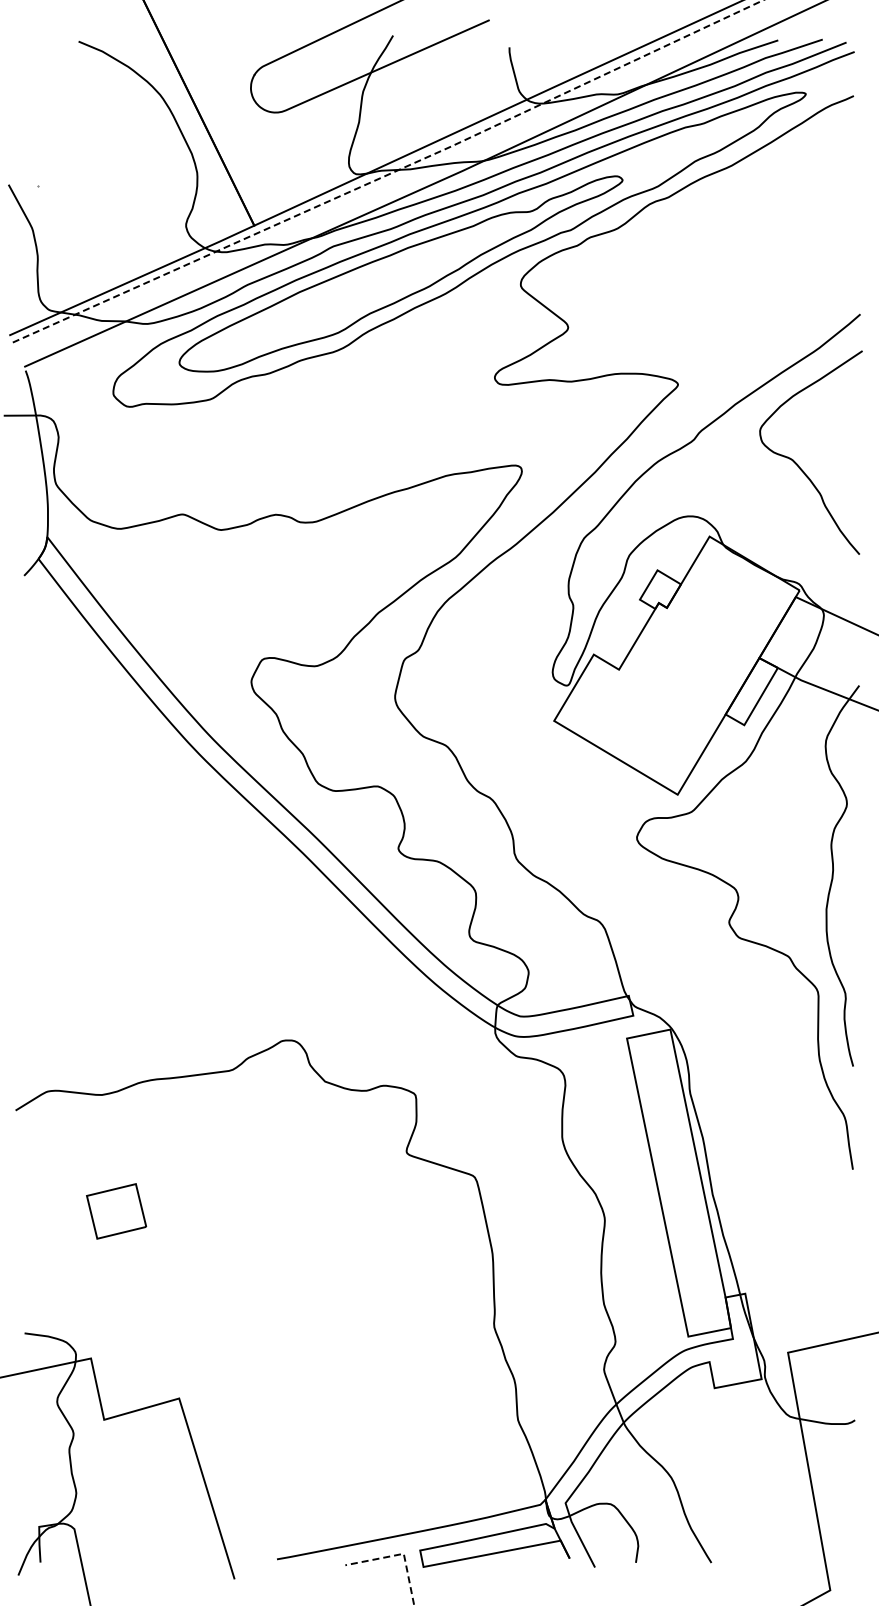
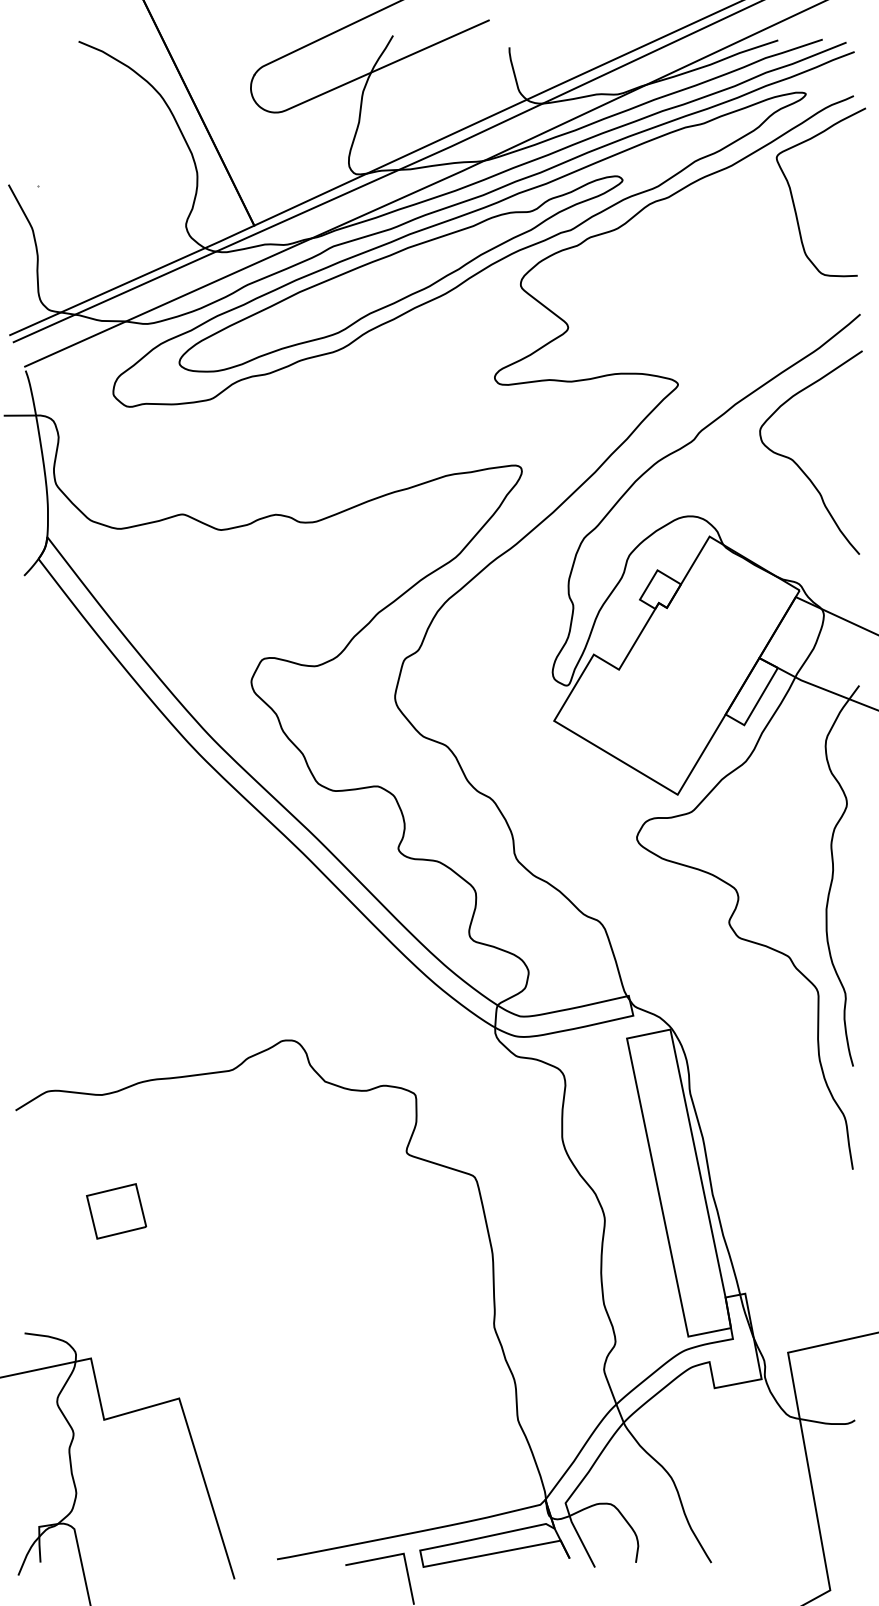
line at (389, 174): dashed -> solid
curve at (793, 197): none -> present
line at (399, 1554): dashed -> solid
